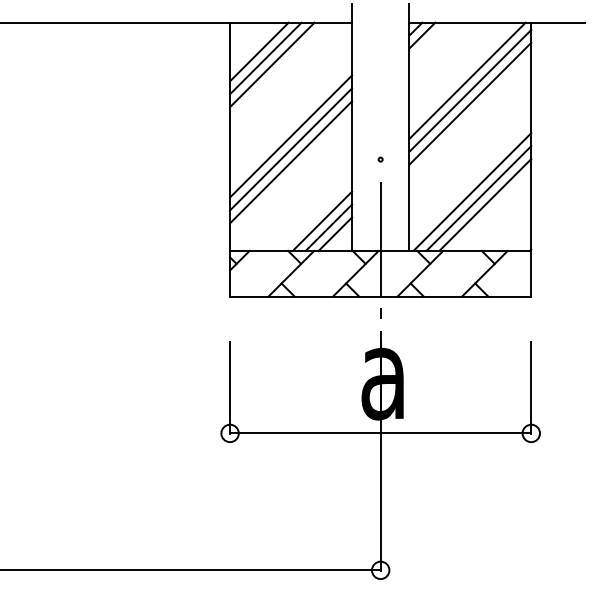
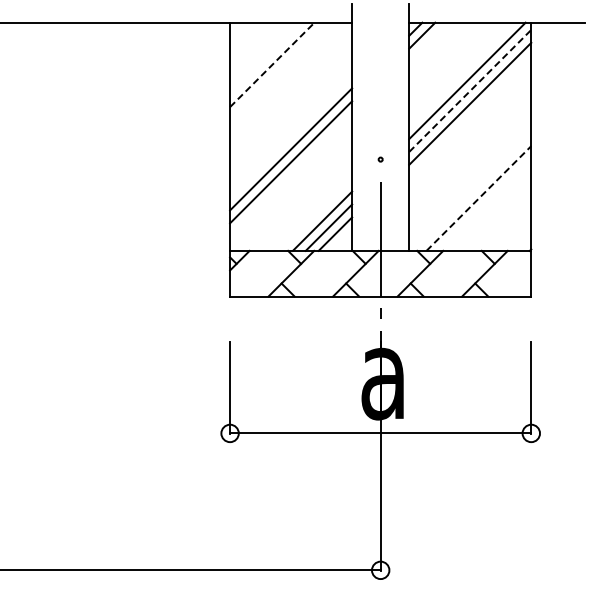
line at (259, 51): present -> none
line at (265, 58): present -> none
line at (272, 64): solid -> dashed
line at (470, 90): solid -> dashed
line at (291, 136): present -> none
line at (472, 191): present -> none
line at (479, 198): solid -> dashed
line at (485, 204): present -> none
